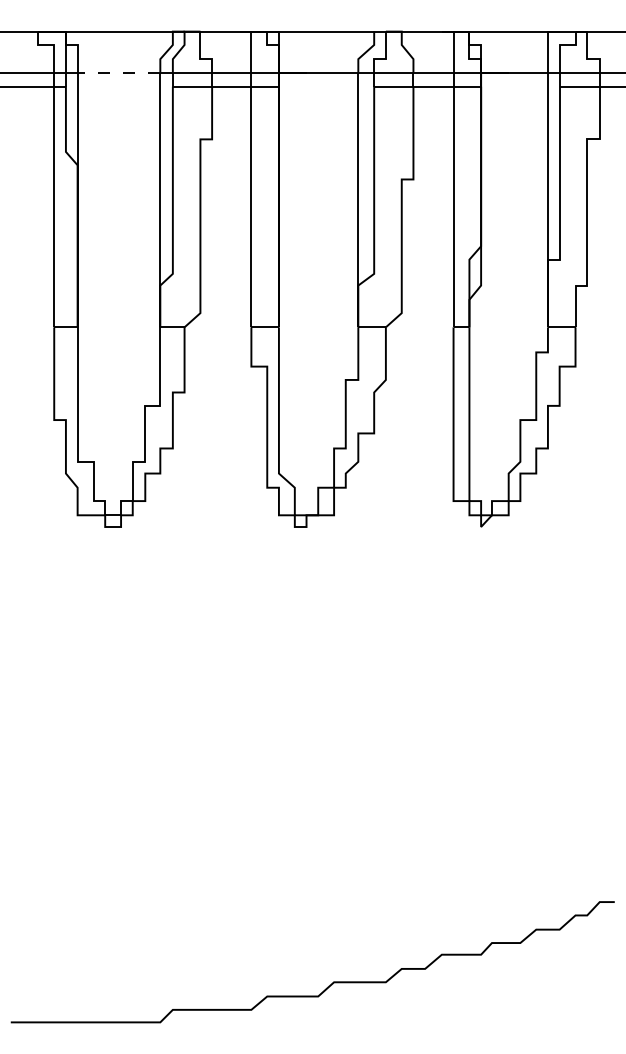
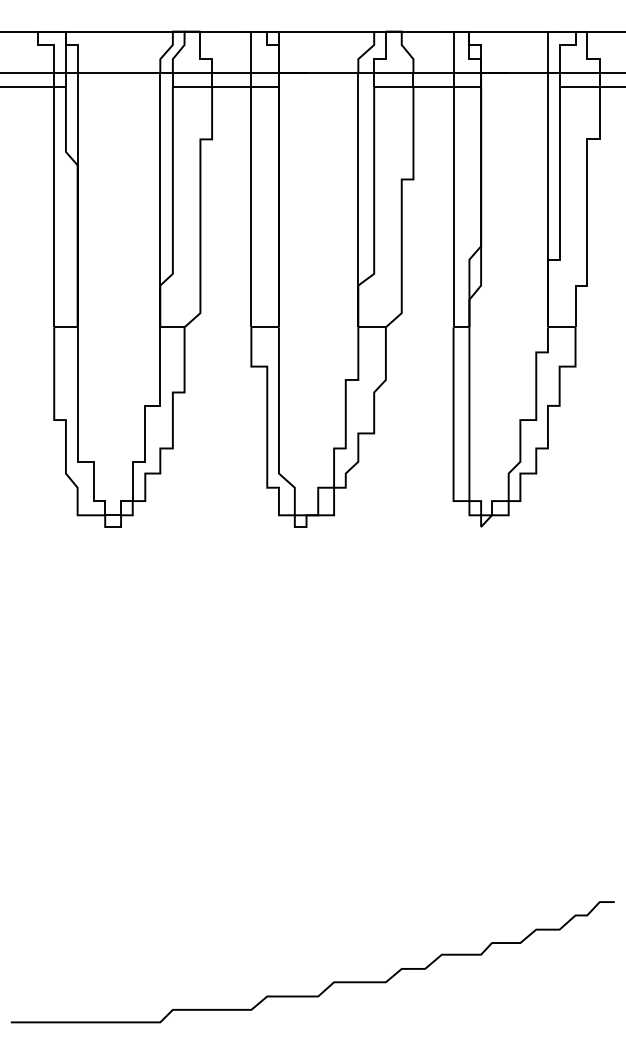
line at (118, 72): dashed -> solid
